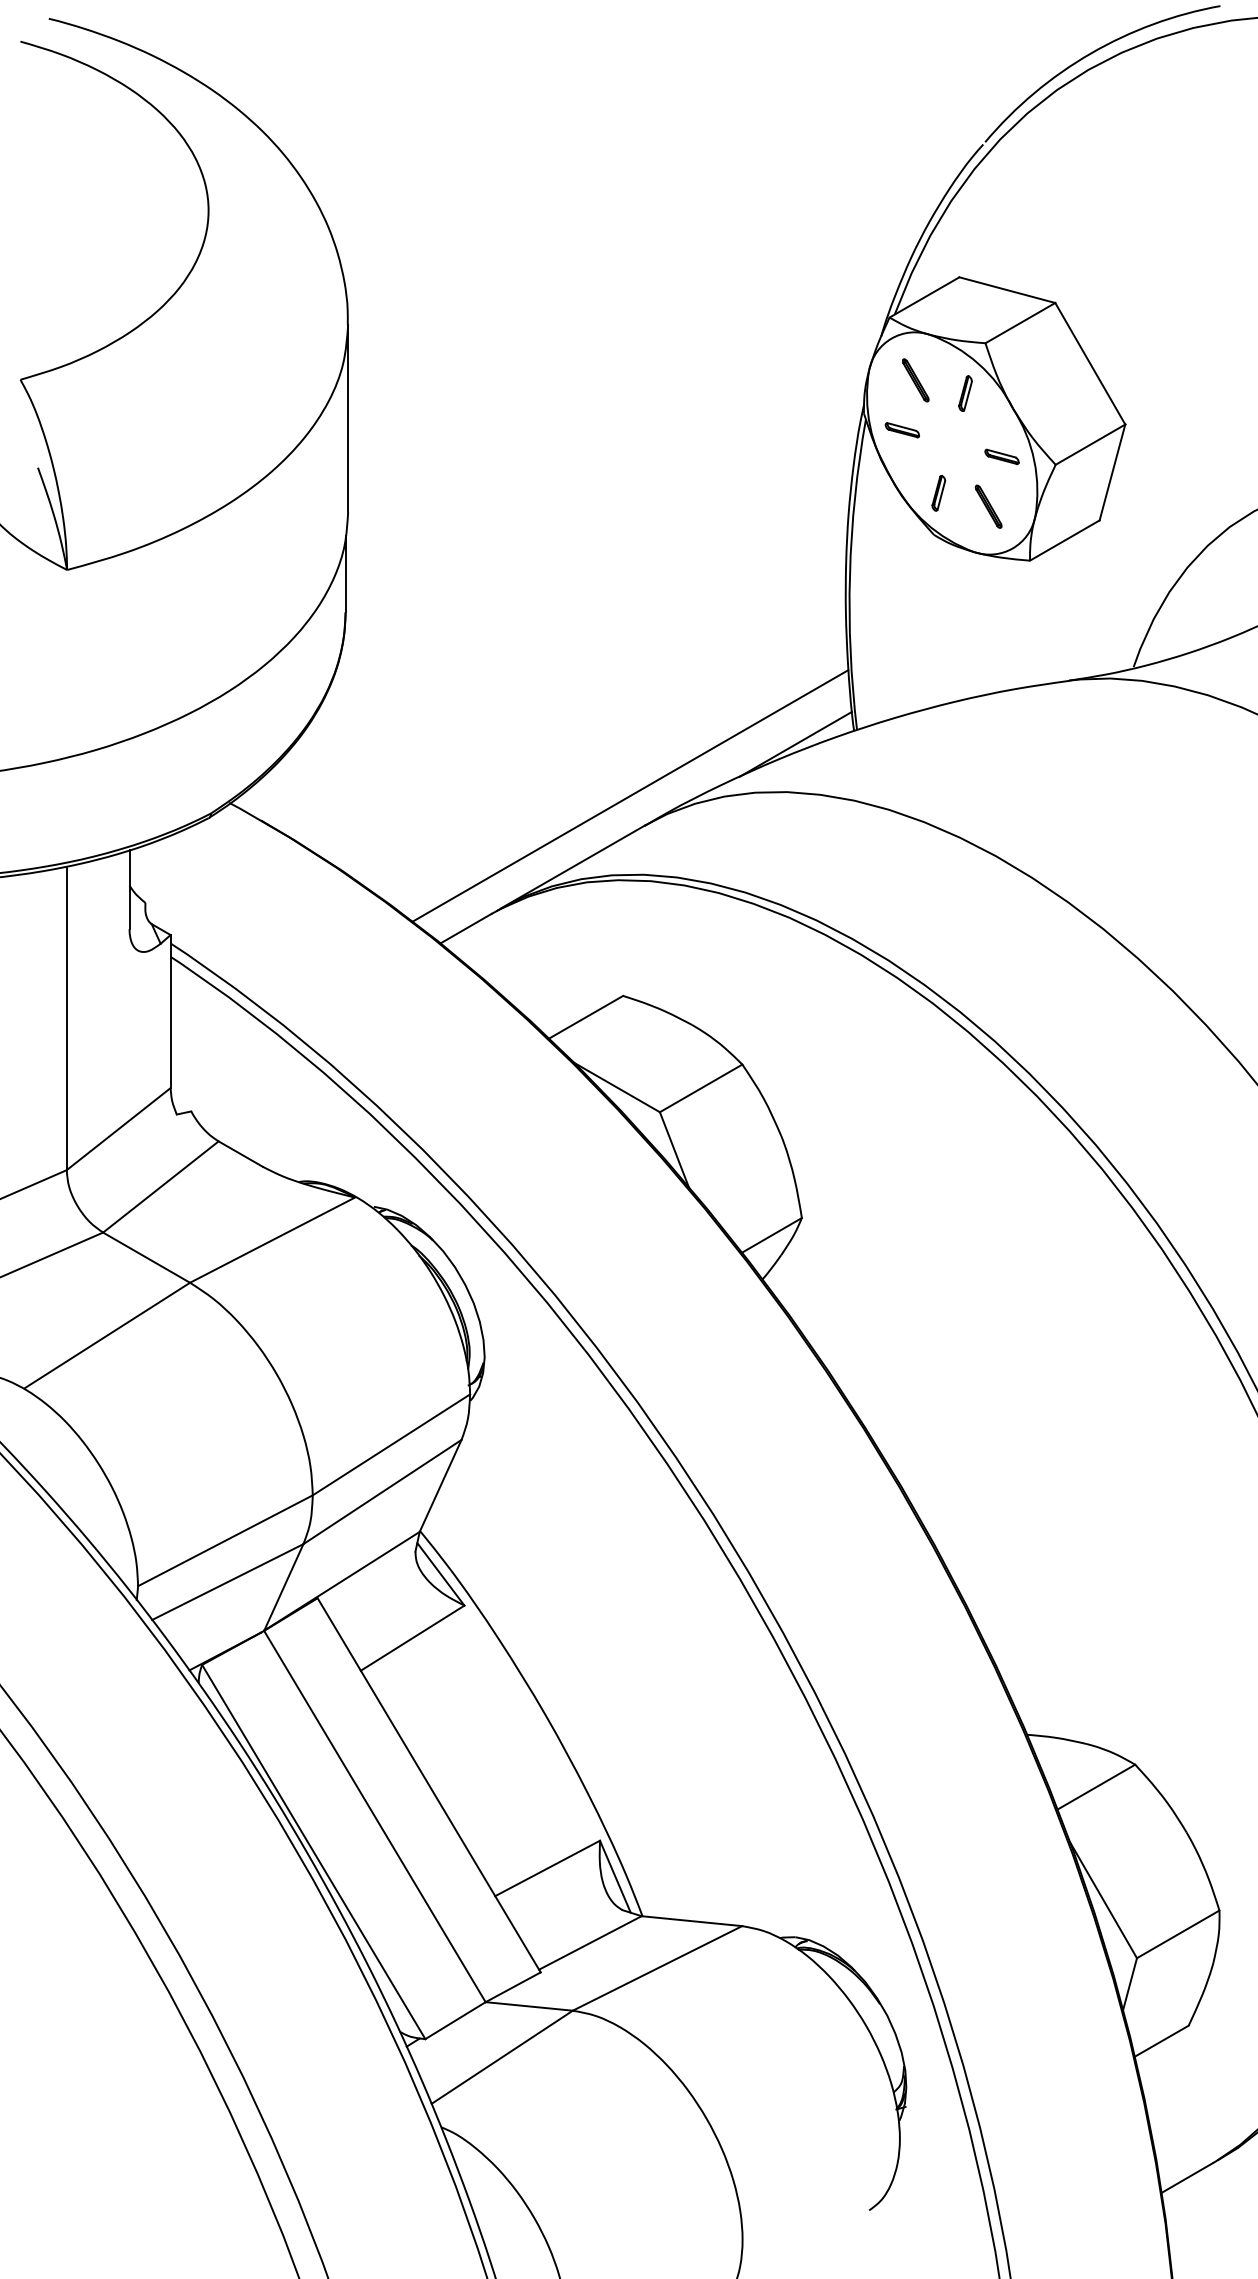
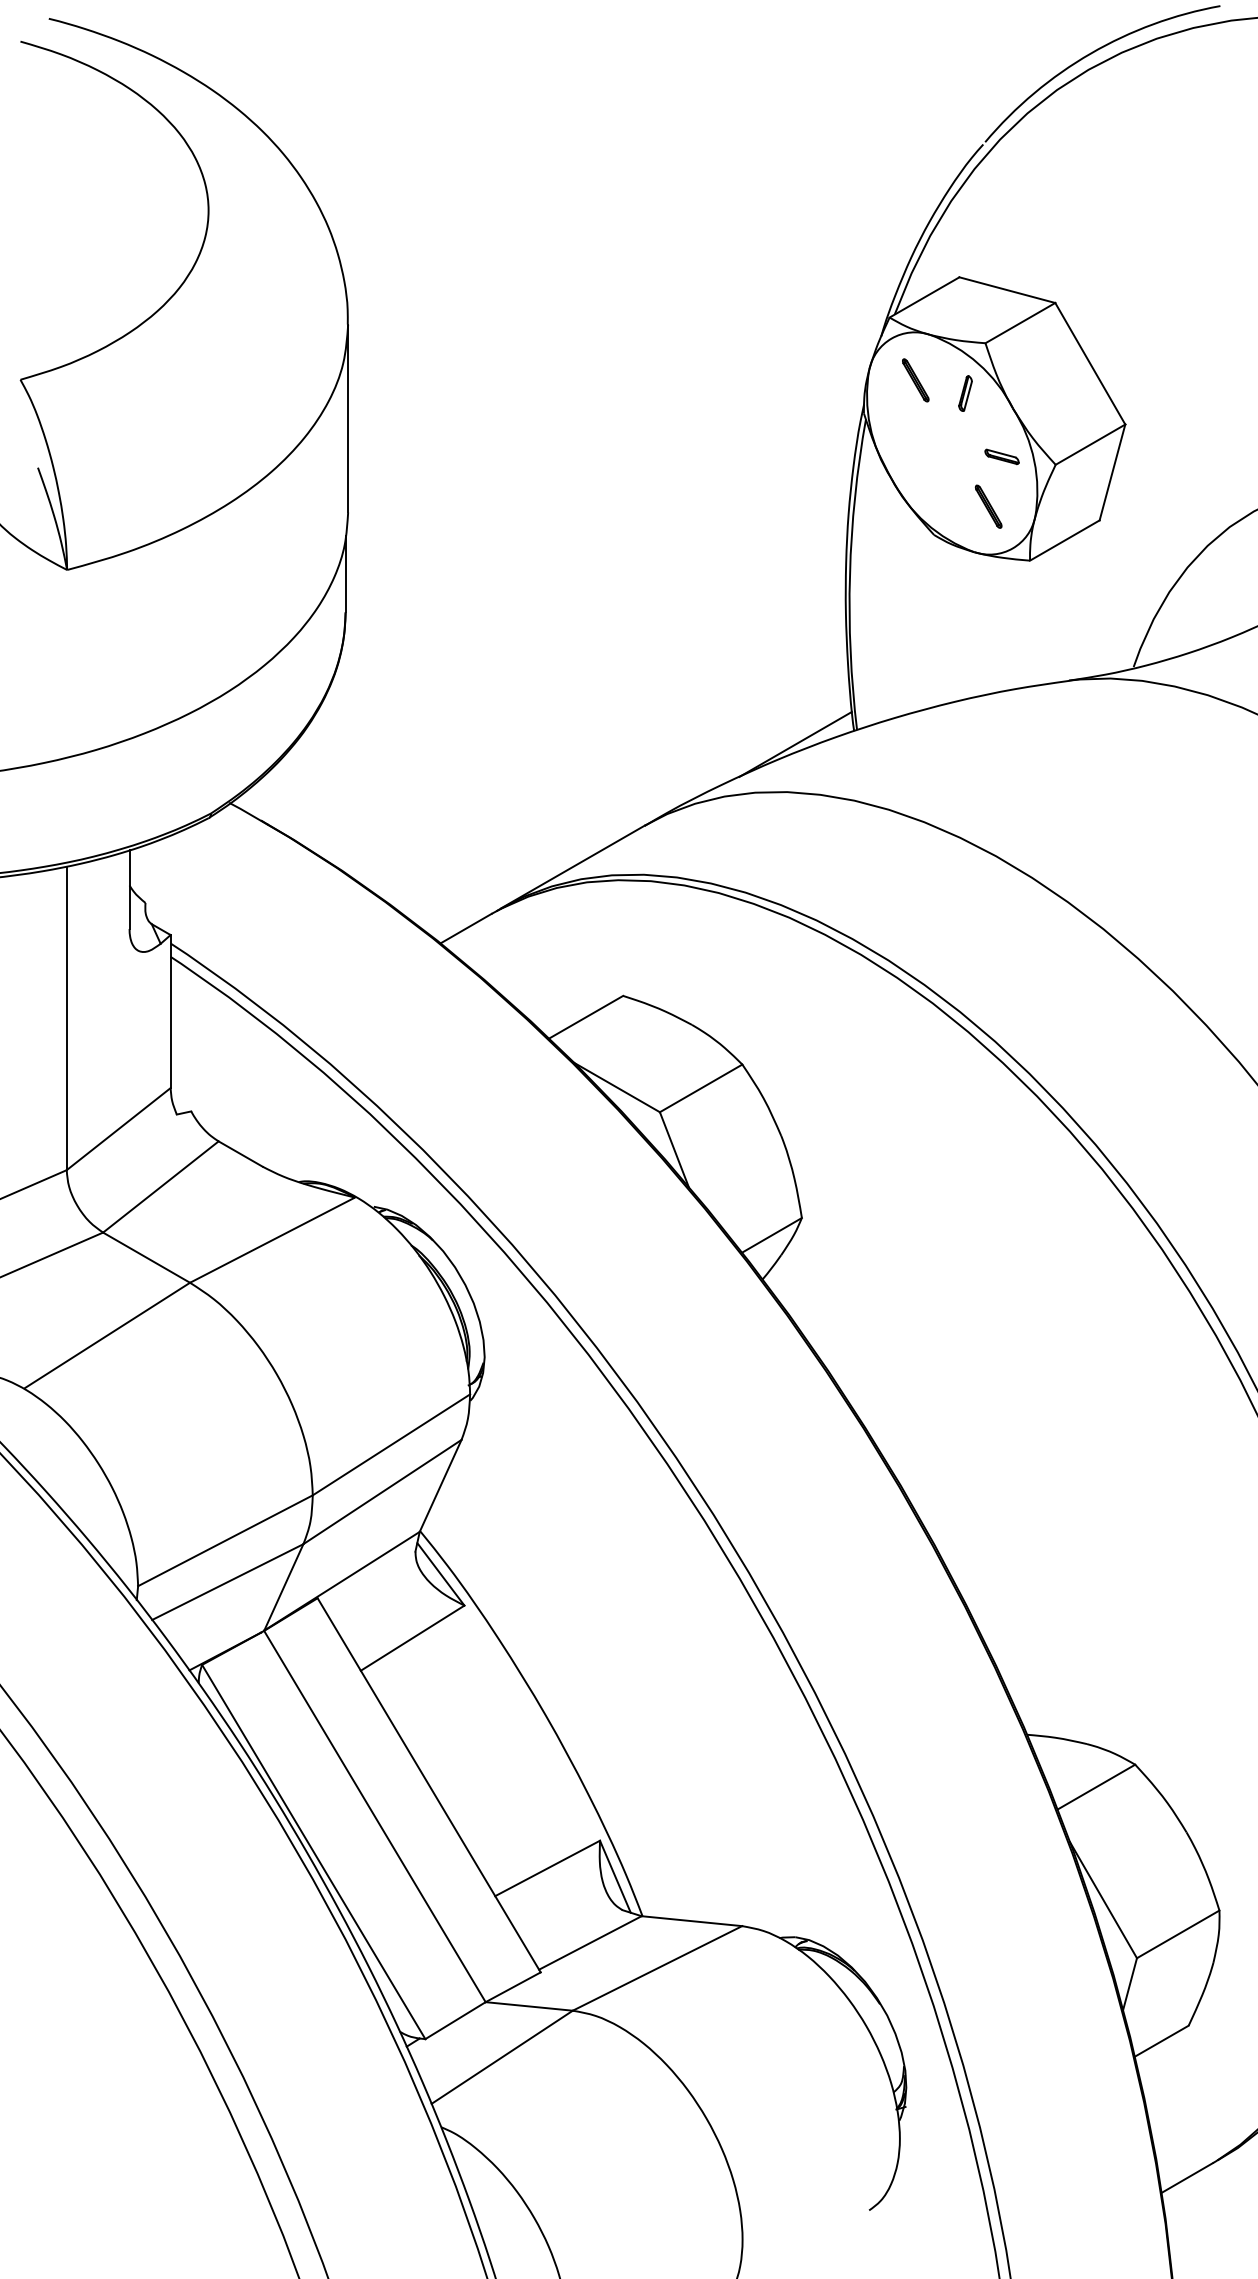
part at (901, 430): present -> none
part at (938, 493): present -> none
line at (630, 795): present -> none
